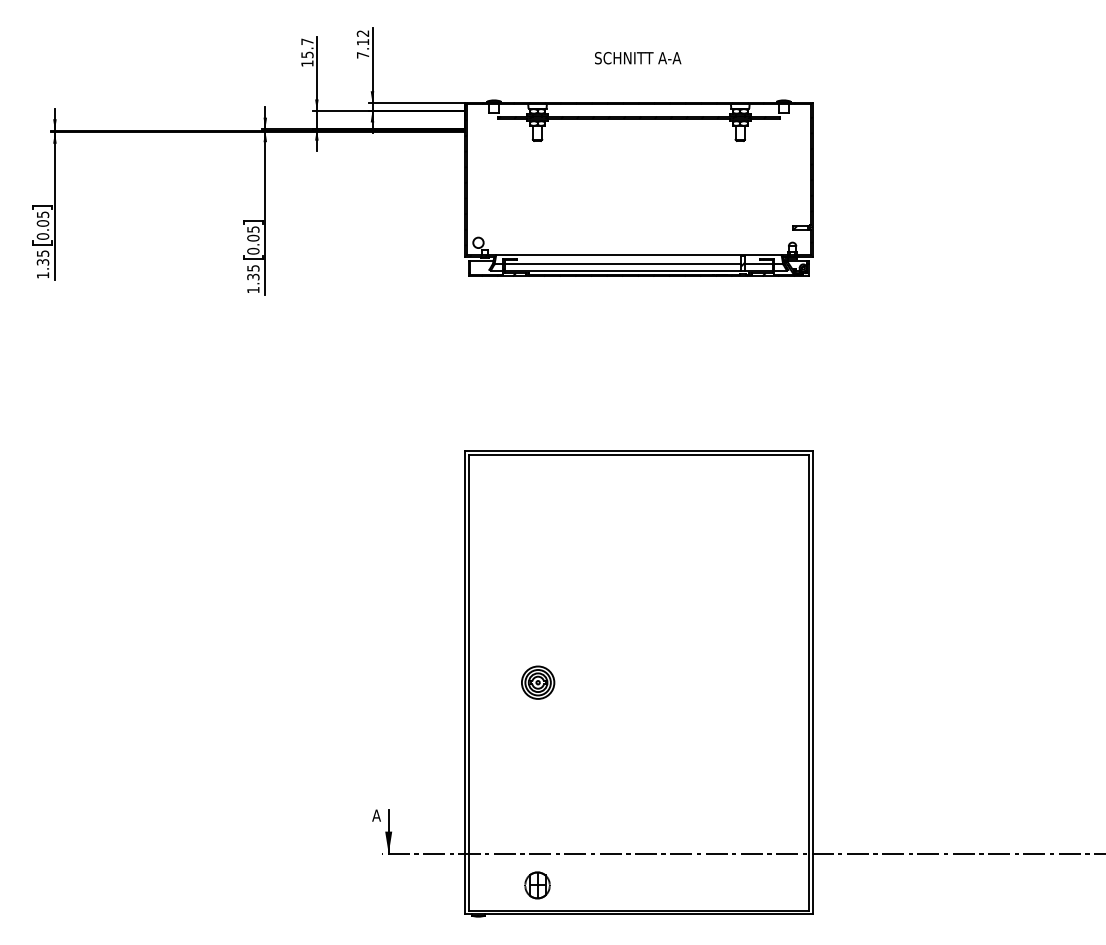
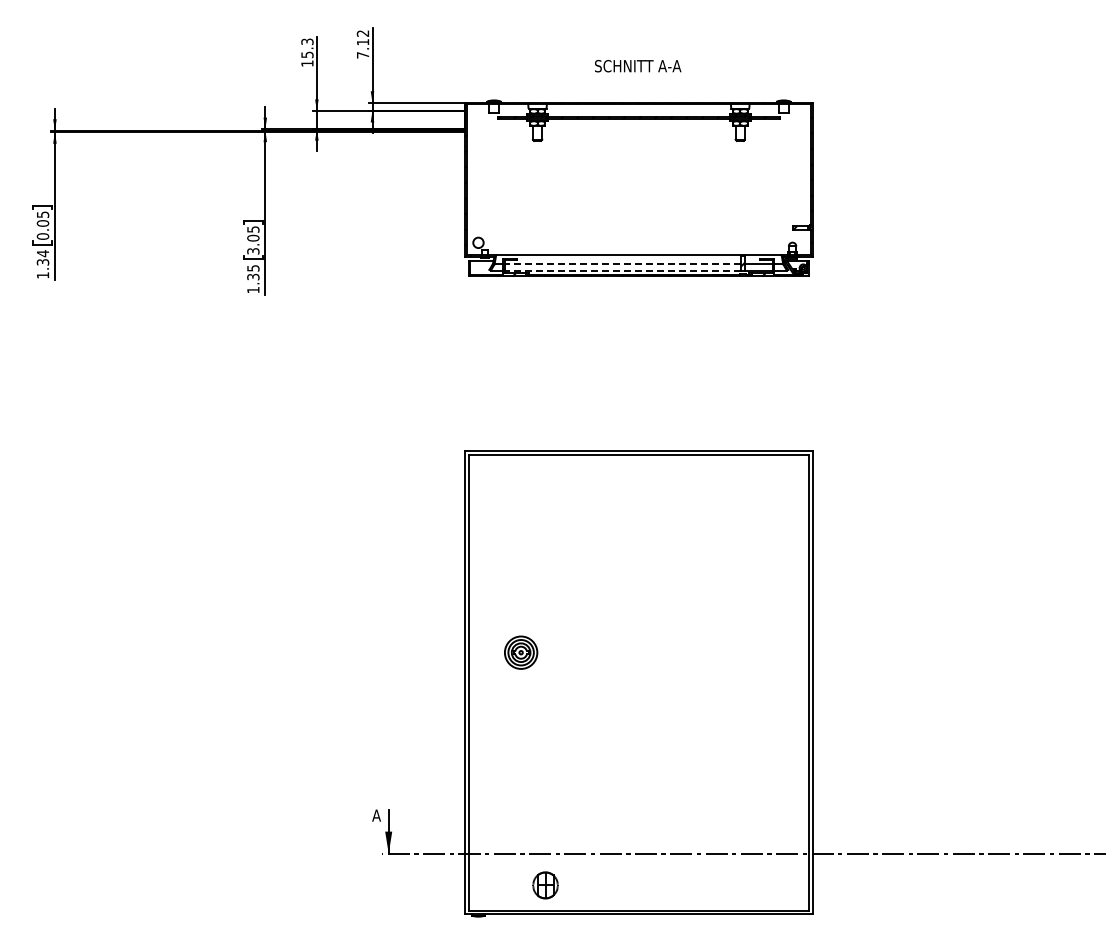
text at (307, 41): 15.7 -> 15.3
text at (638, 58) position: (638, 58) -> (638, 66)
text at (253, 250): 0.05 -> 3.05
text at (43, 253): 1.35 -> 1.34
line at (622, 264): solid -> dashed
line at (622, 270): solid -> dashed
part at (538, 682) position: (538, 682) -> (521, 652)
part at (537, 885) position: (537, 885) -> (545, 885)
